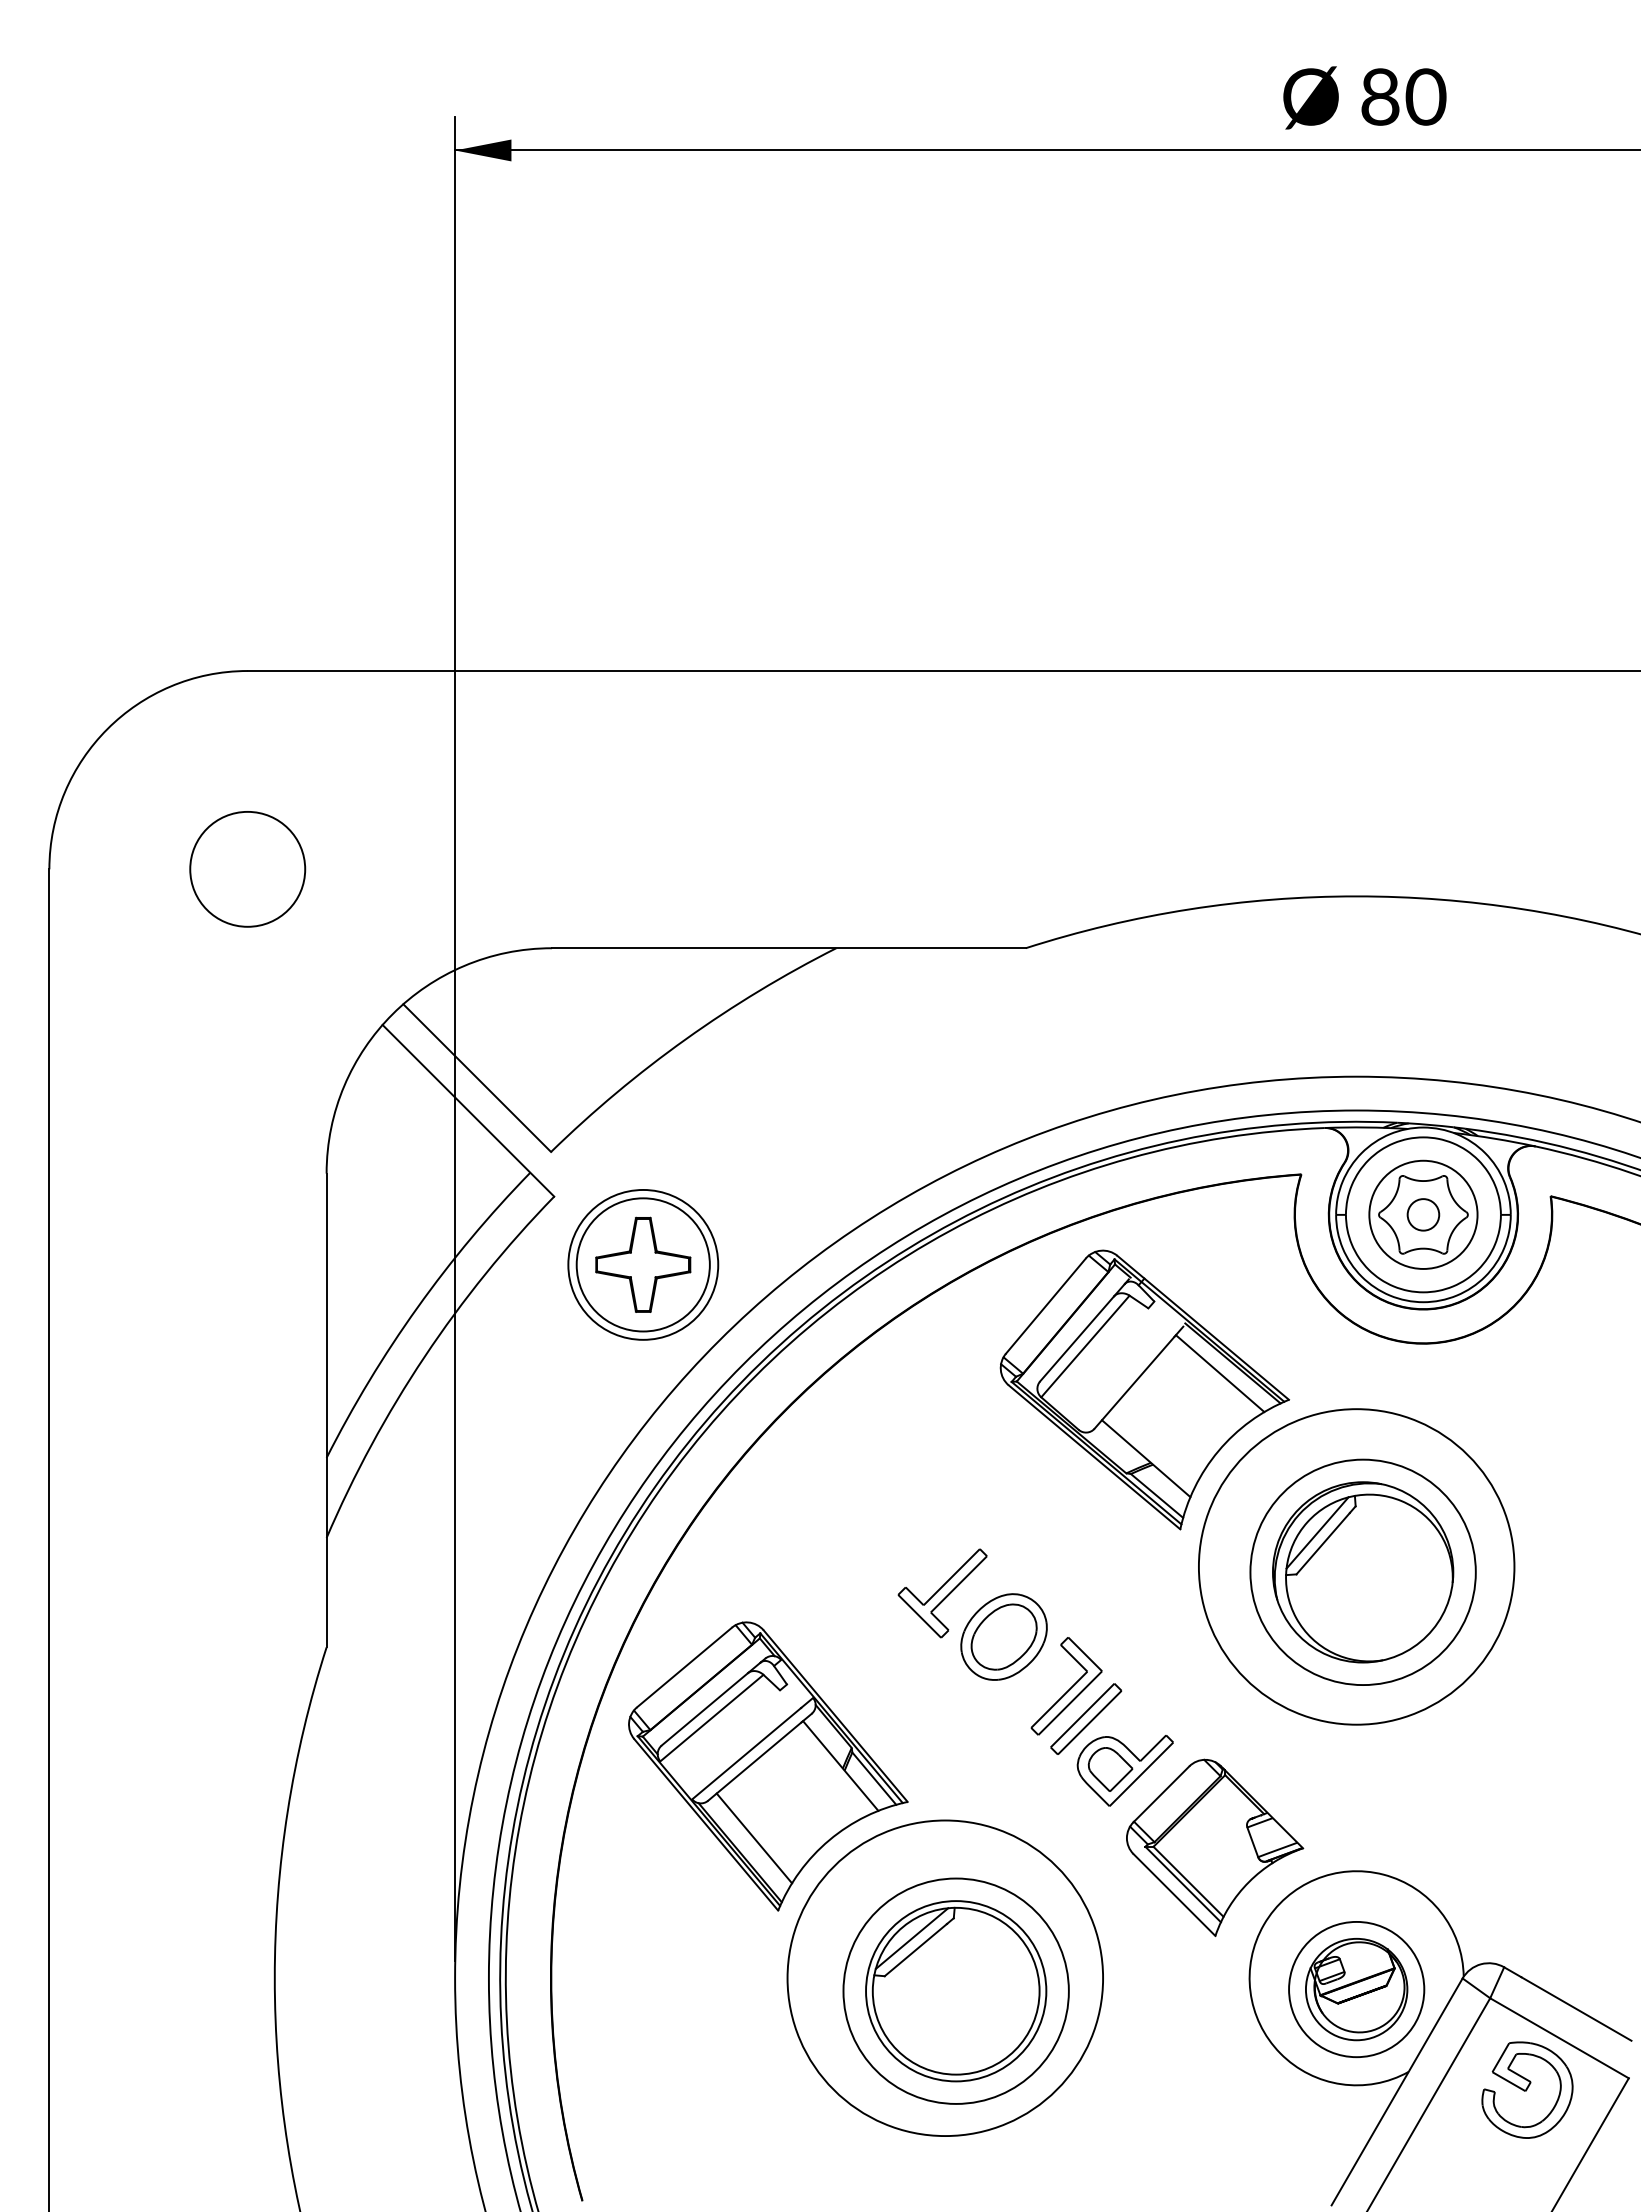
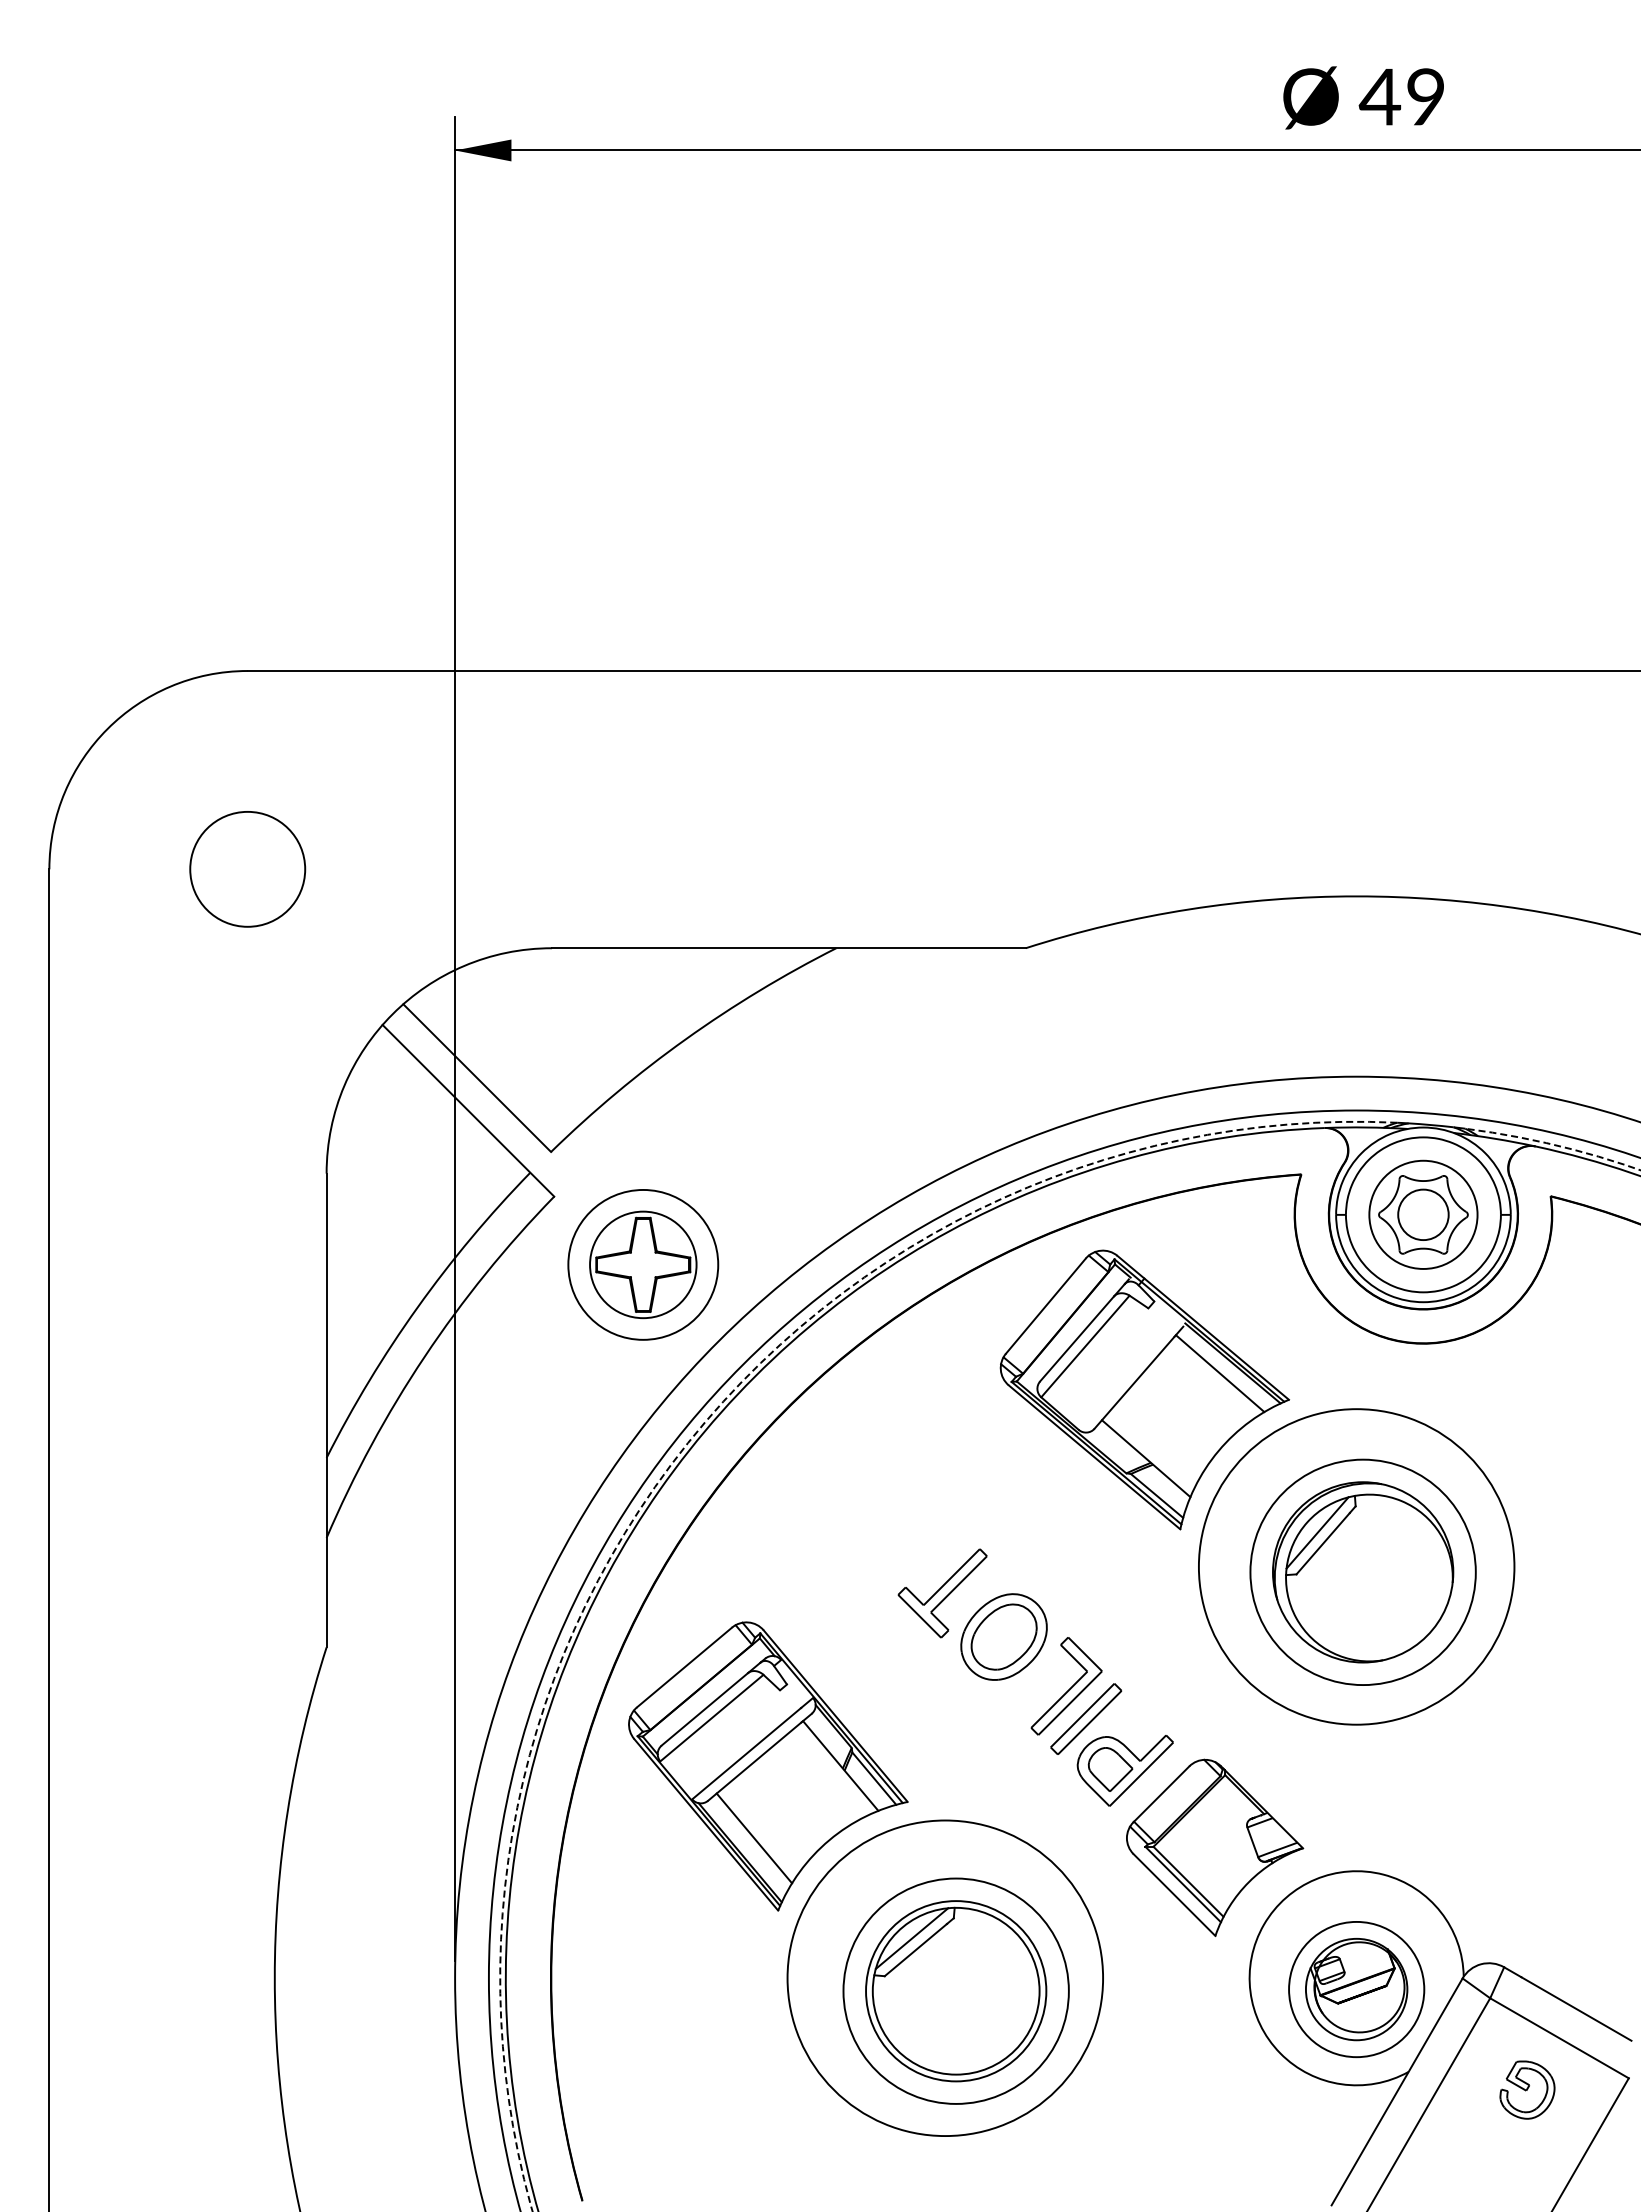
text at (1402, 96): 80 -> 49
arc at (1553, 1144): solid -> dashed
circle at (1423, 1214) diameter: 32 px -> 50 px
circle at (642, 1264) diameter: 133 px -> 107 px
arc at (686, 1445): solid -> dashed
part at (1527, 2089) size: 93x98 px -> 57x60 px
